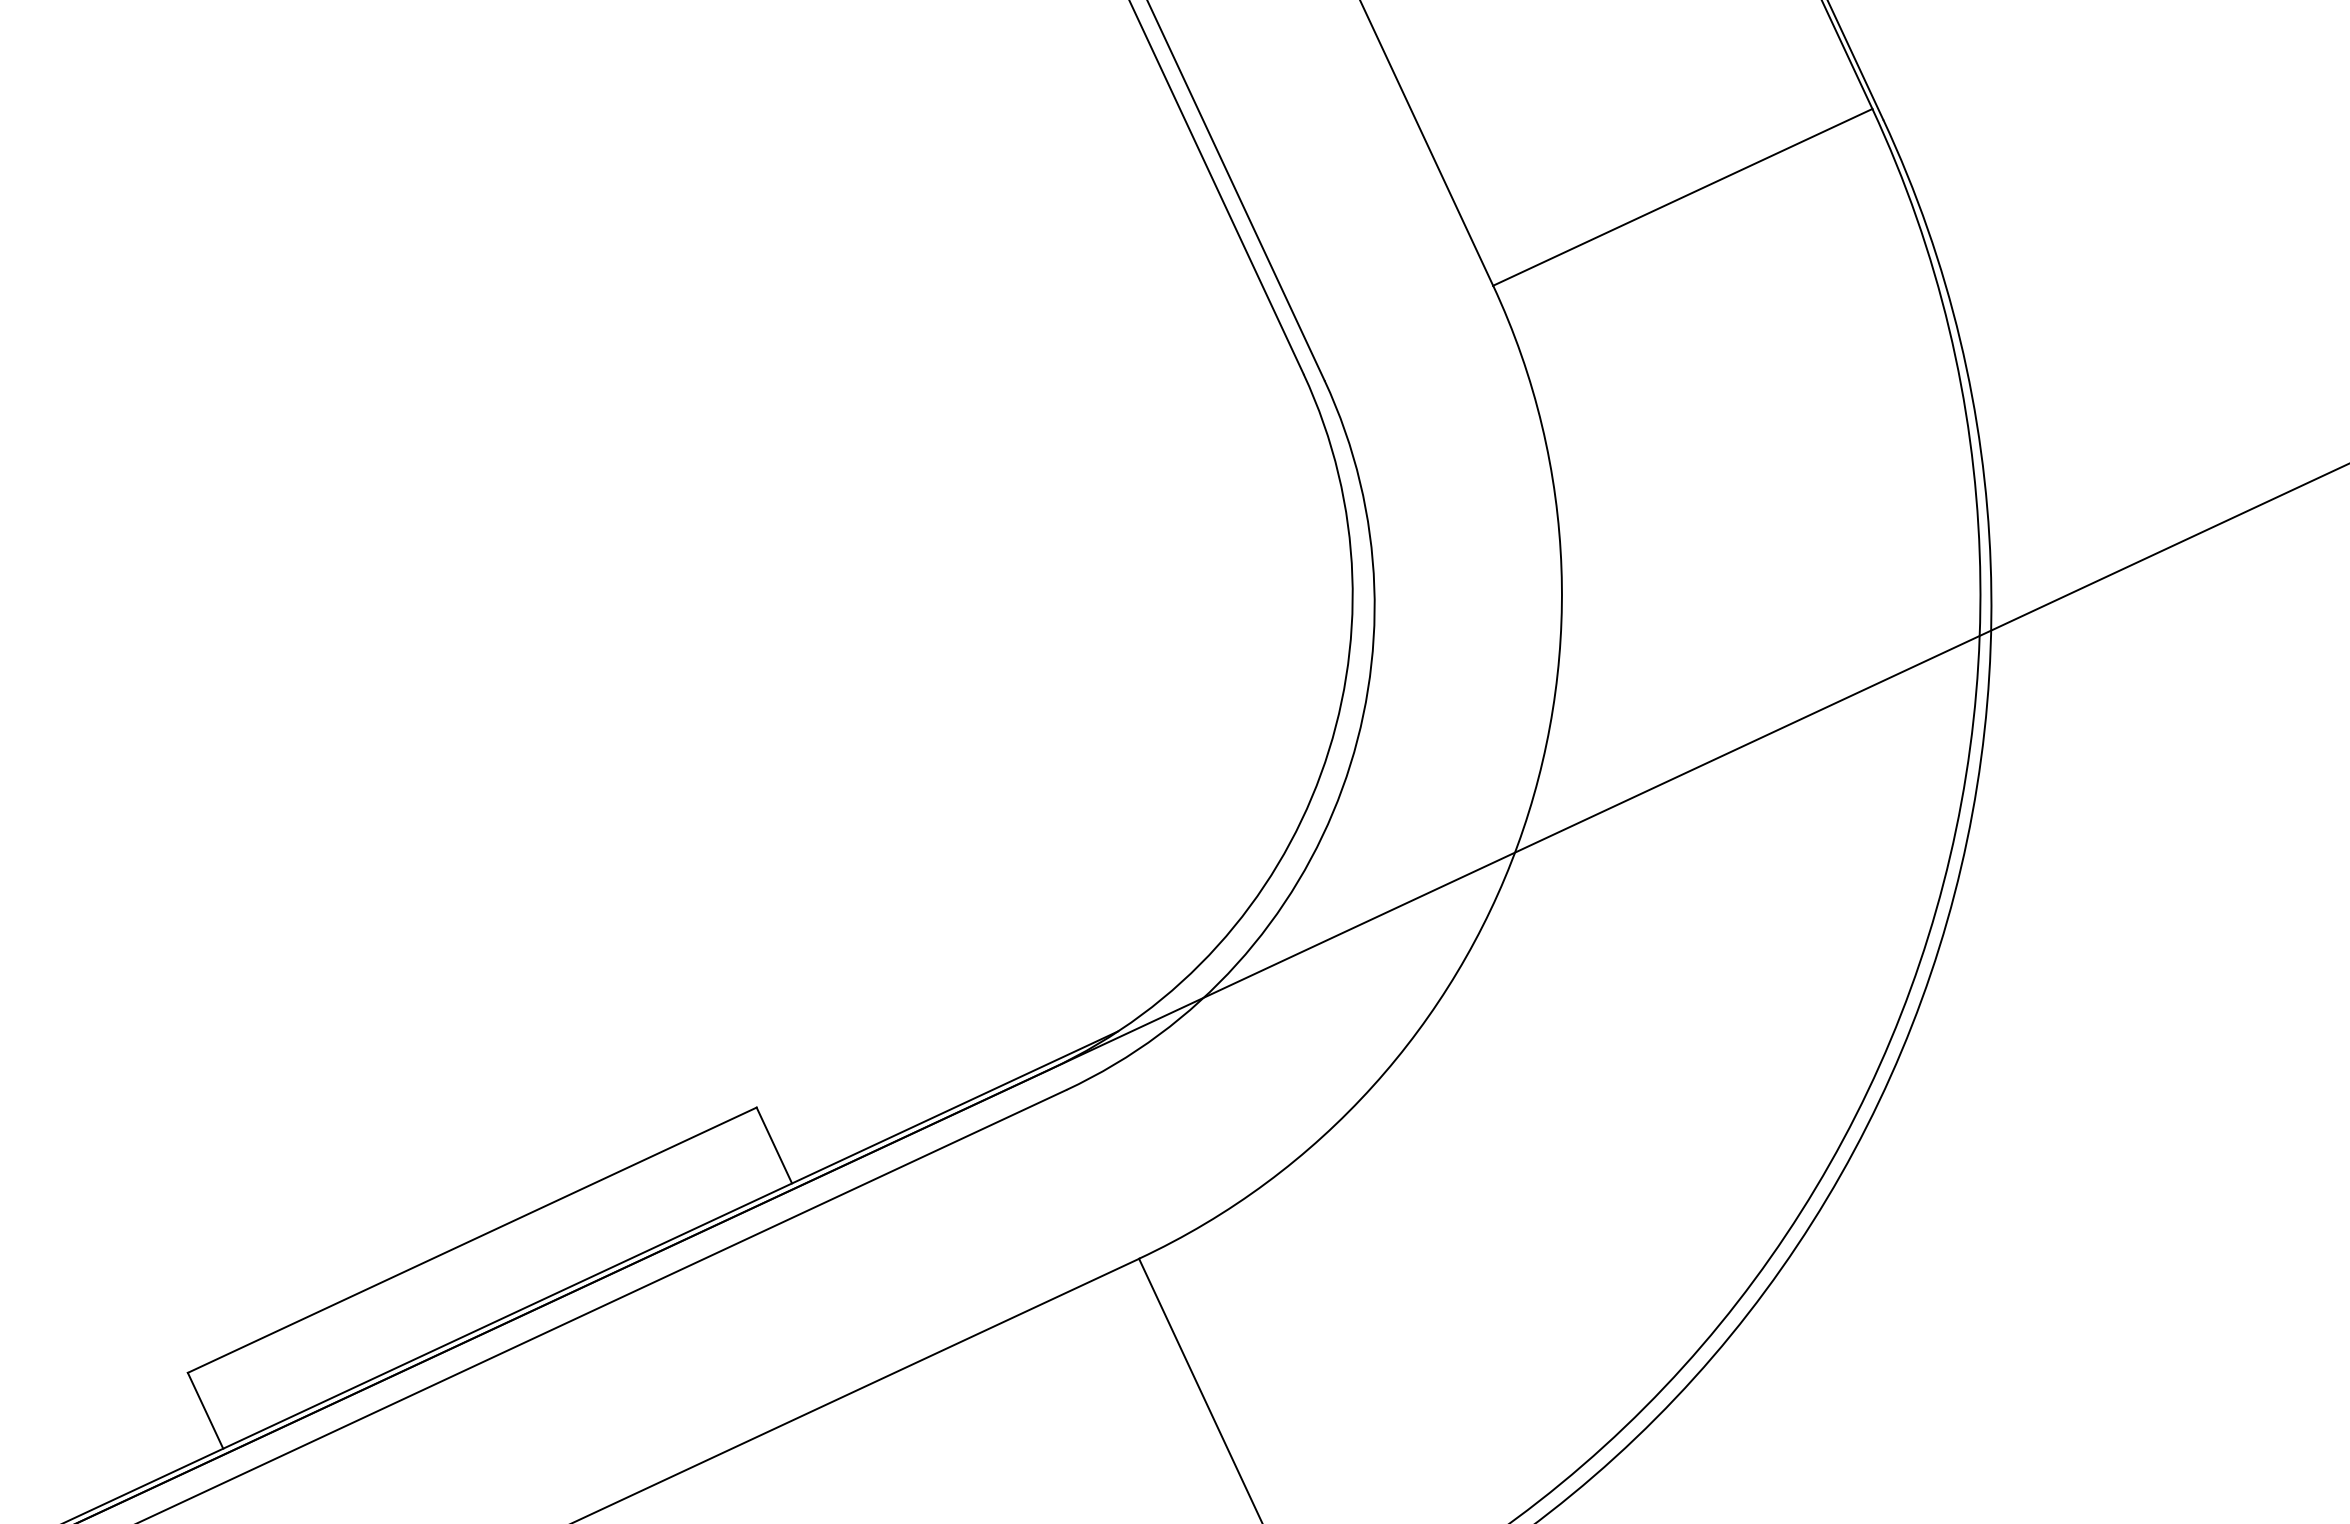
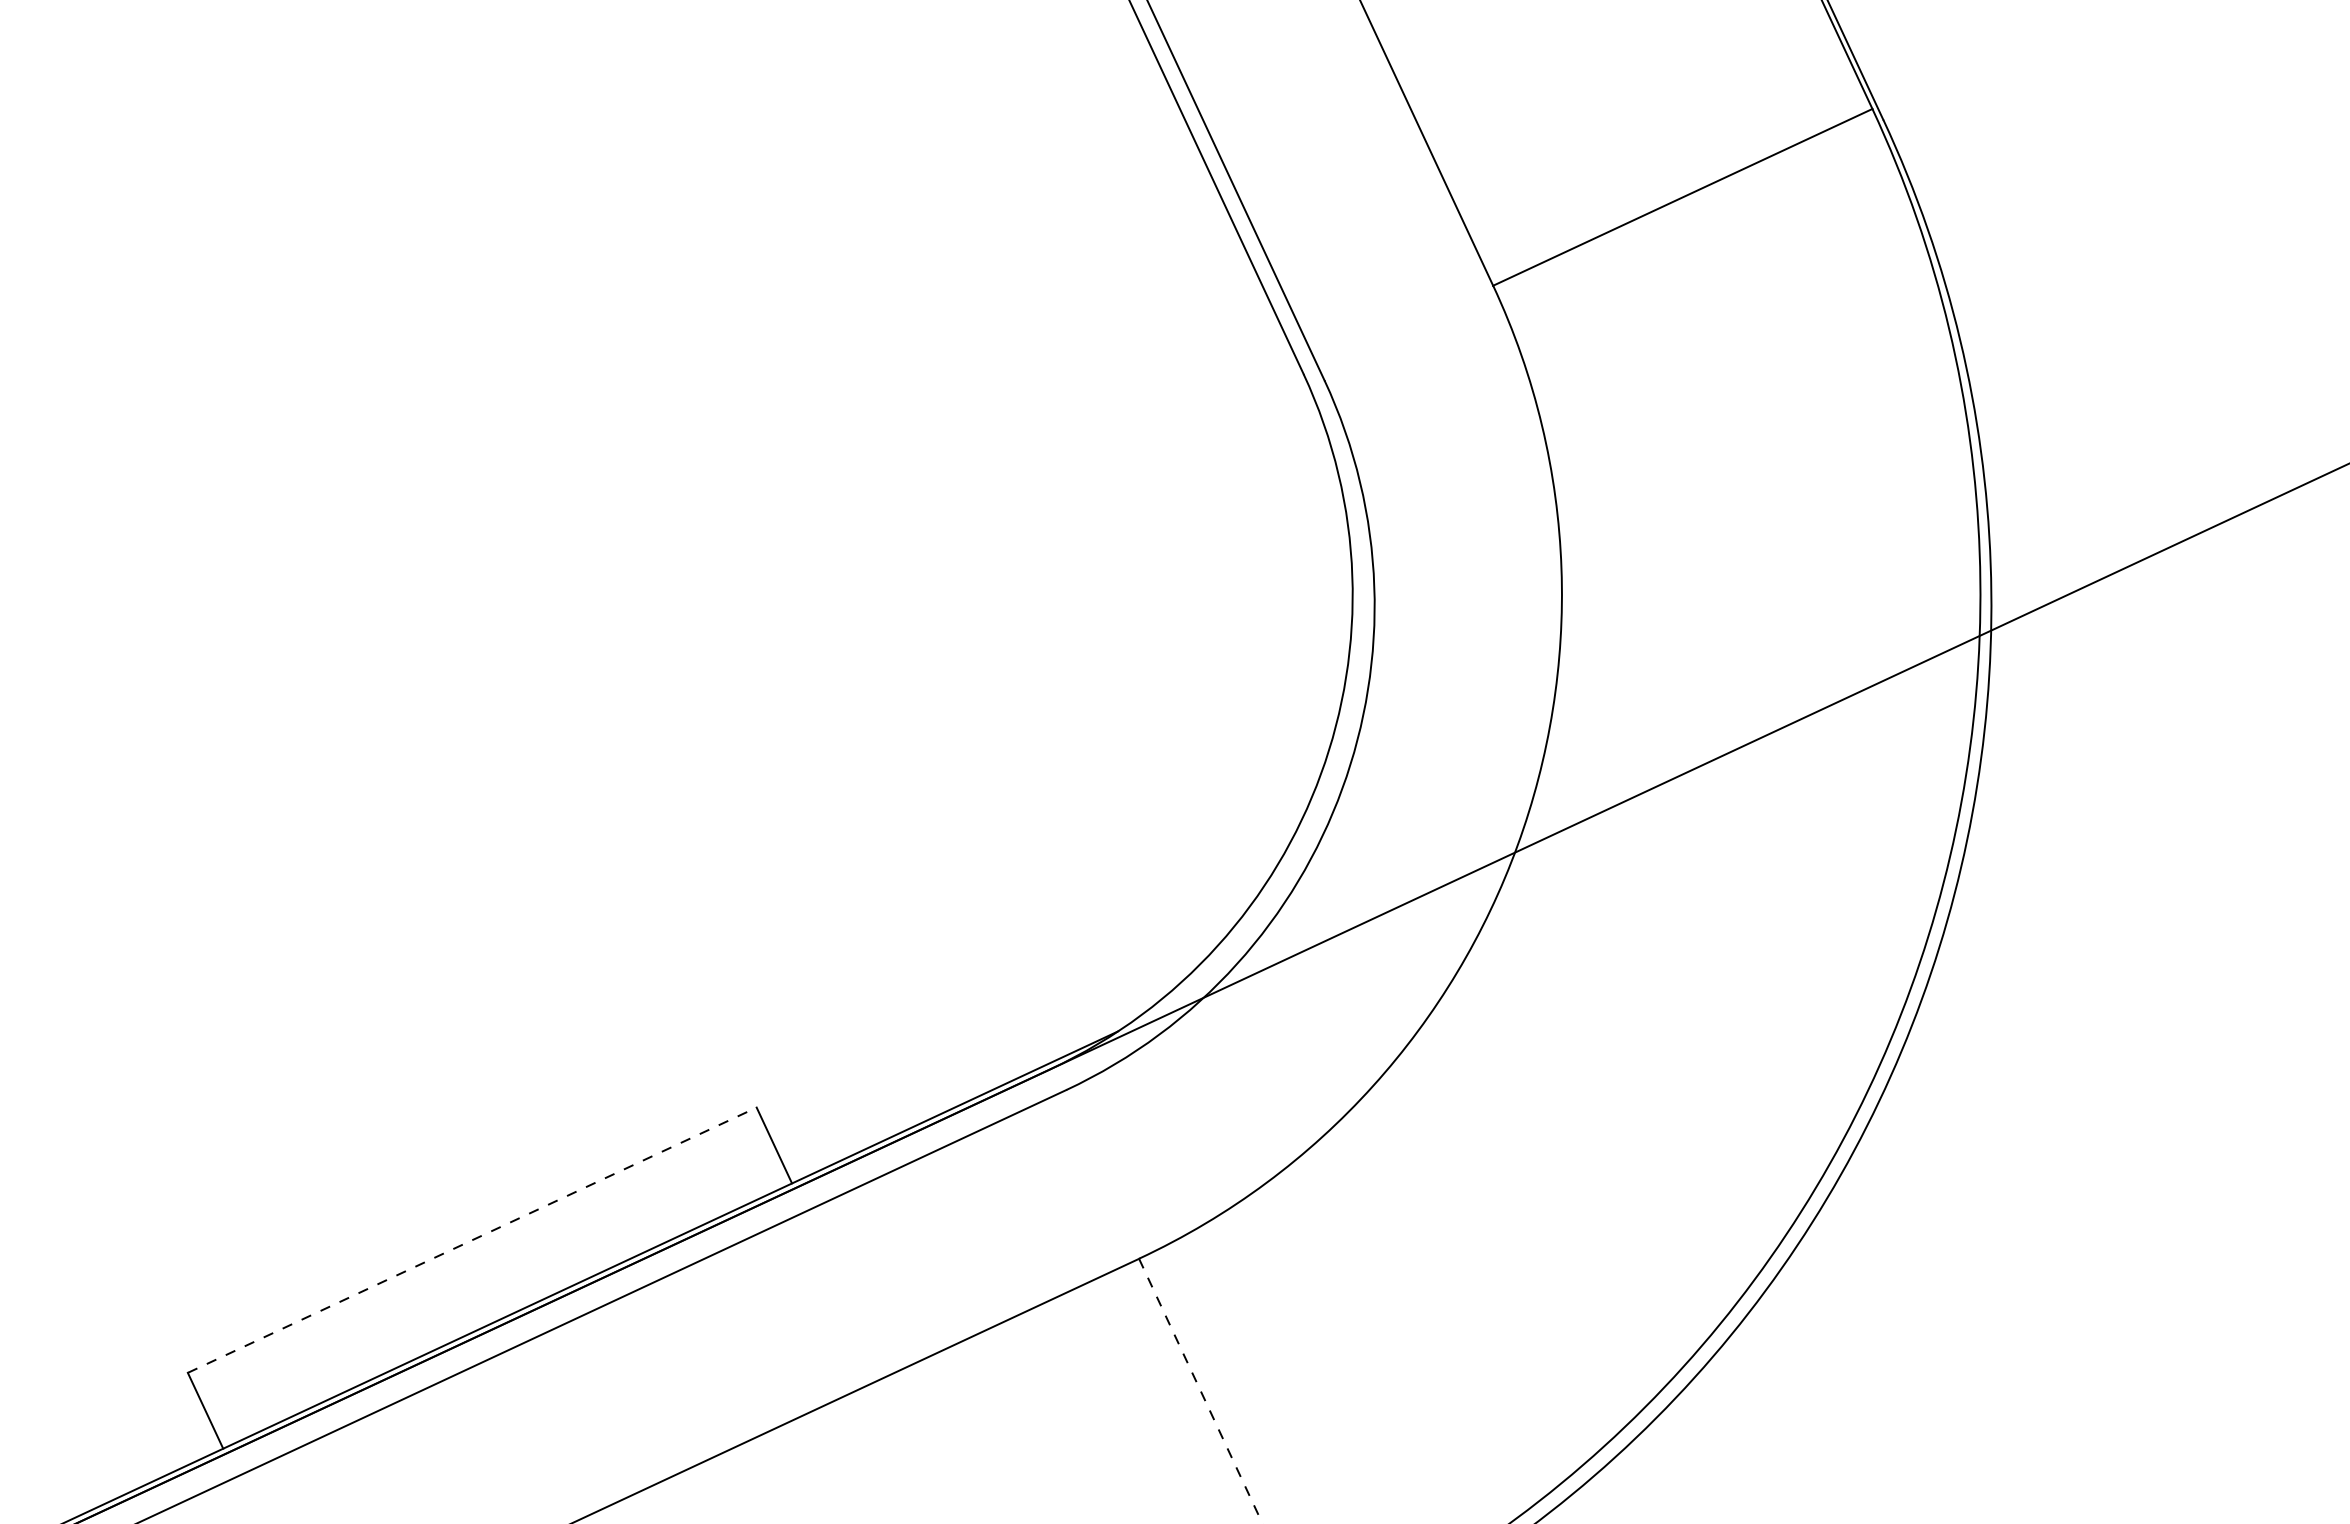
line at (472, 1240): solid -> dashed
line at (1201, 1391): solid -> dashed
